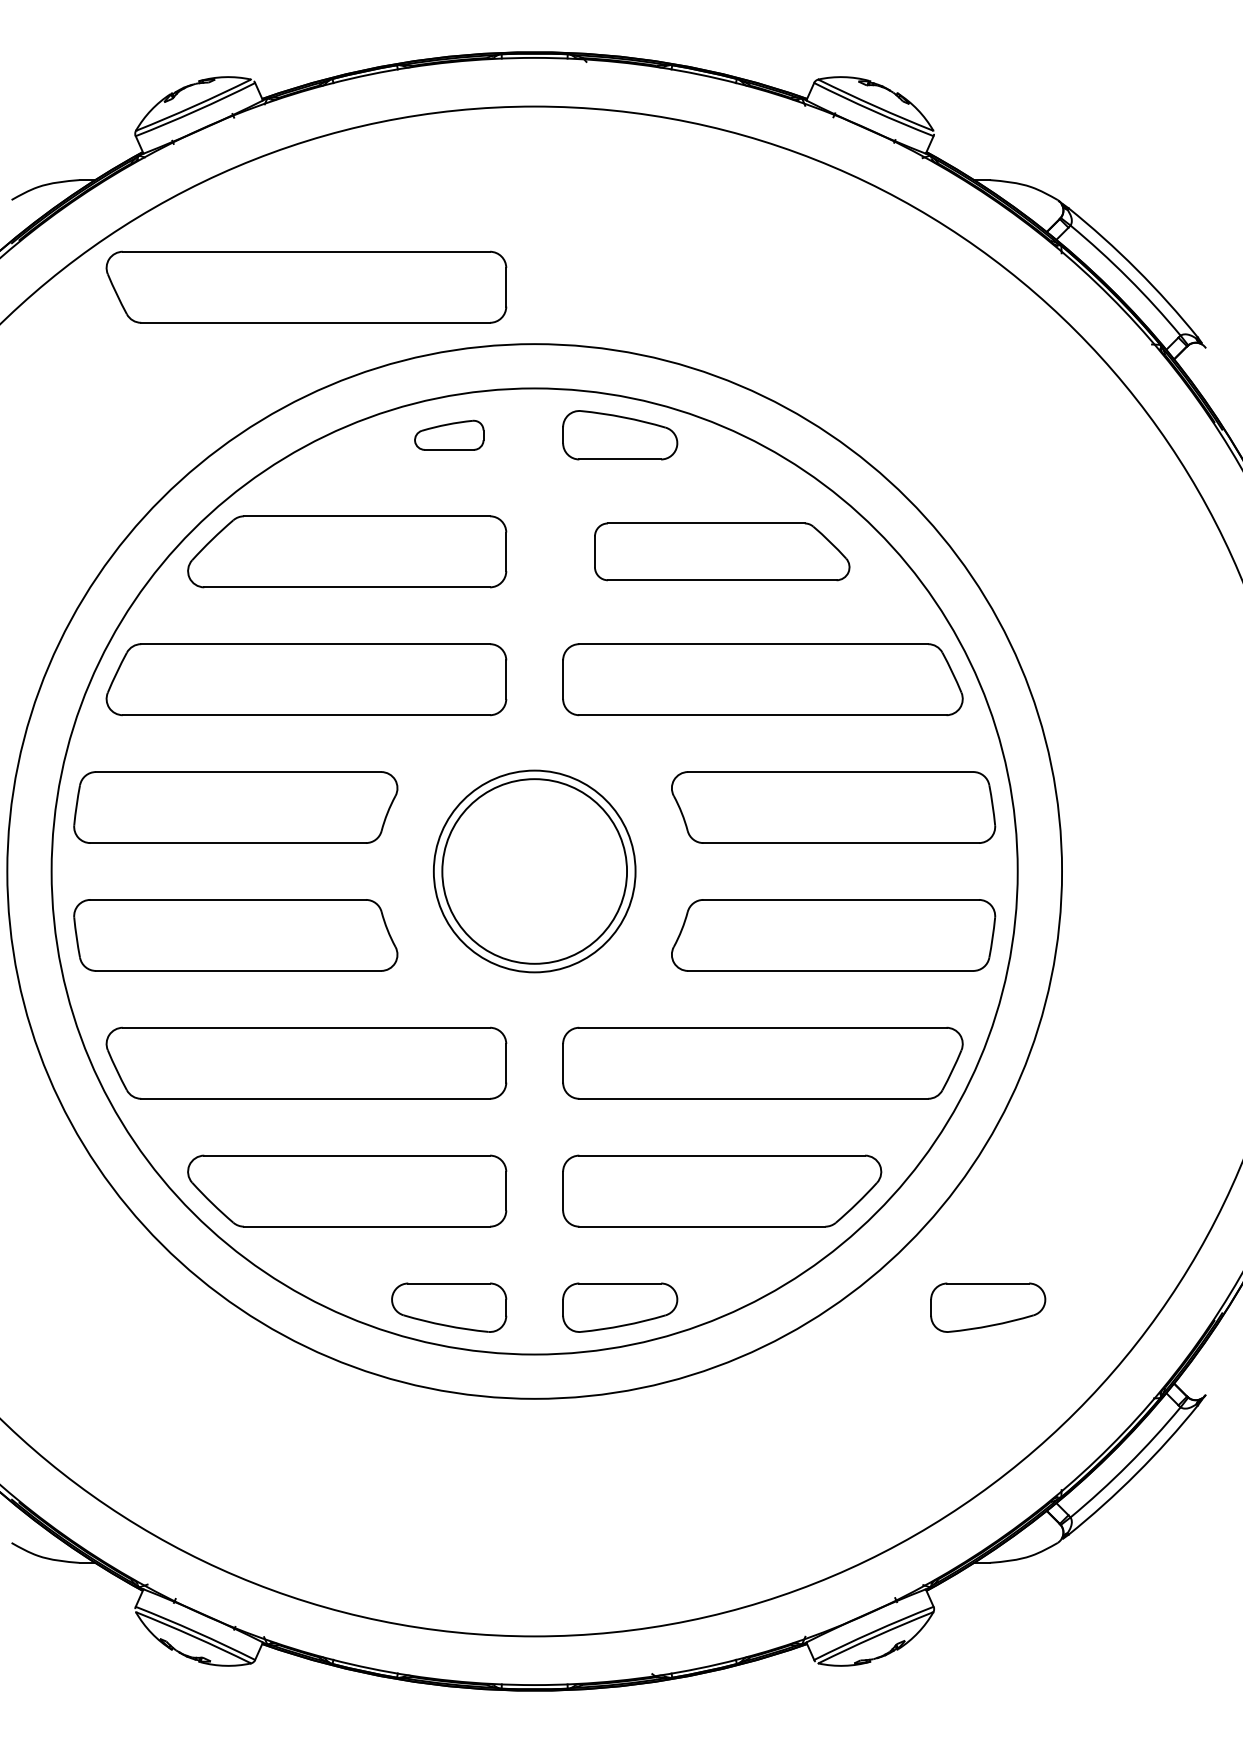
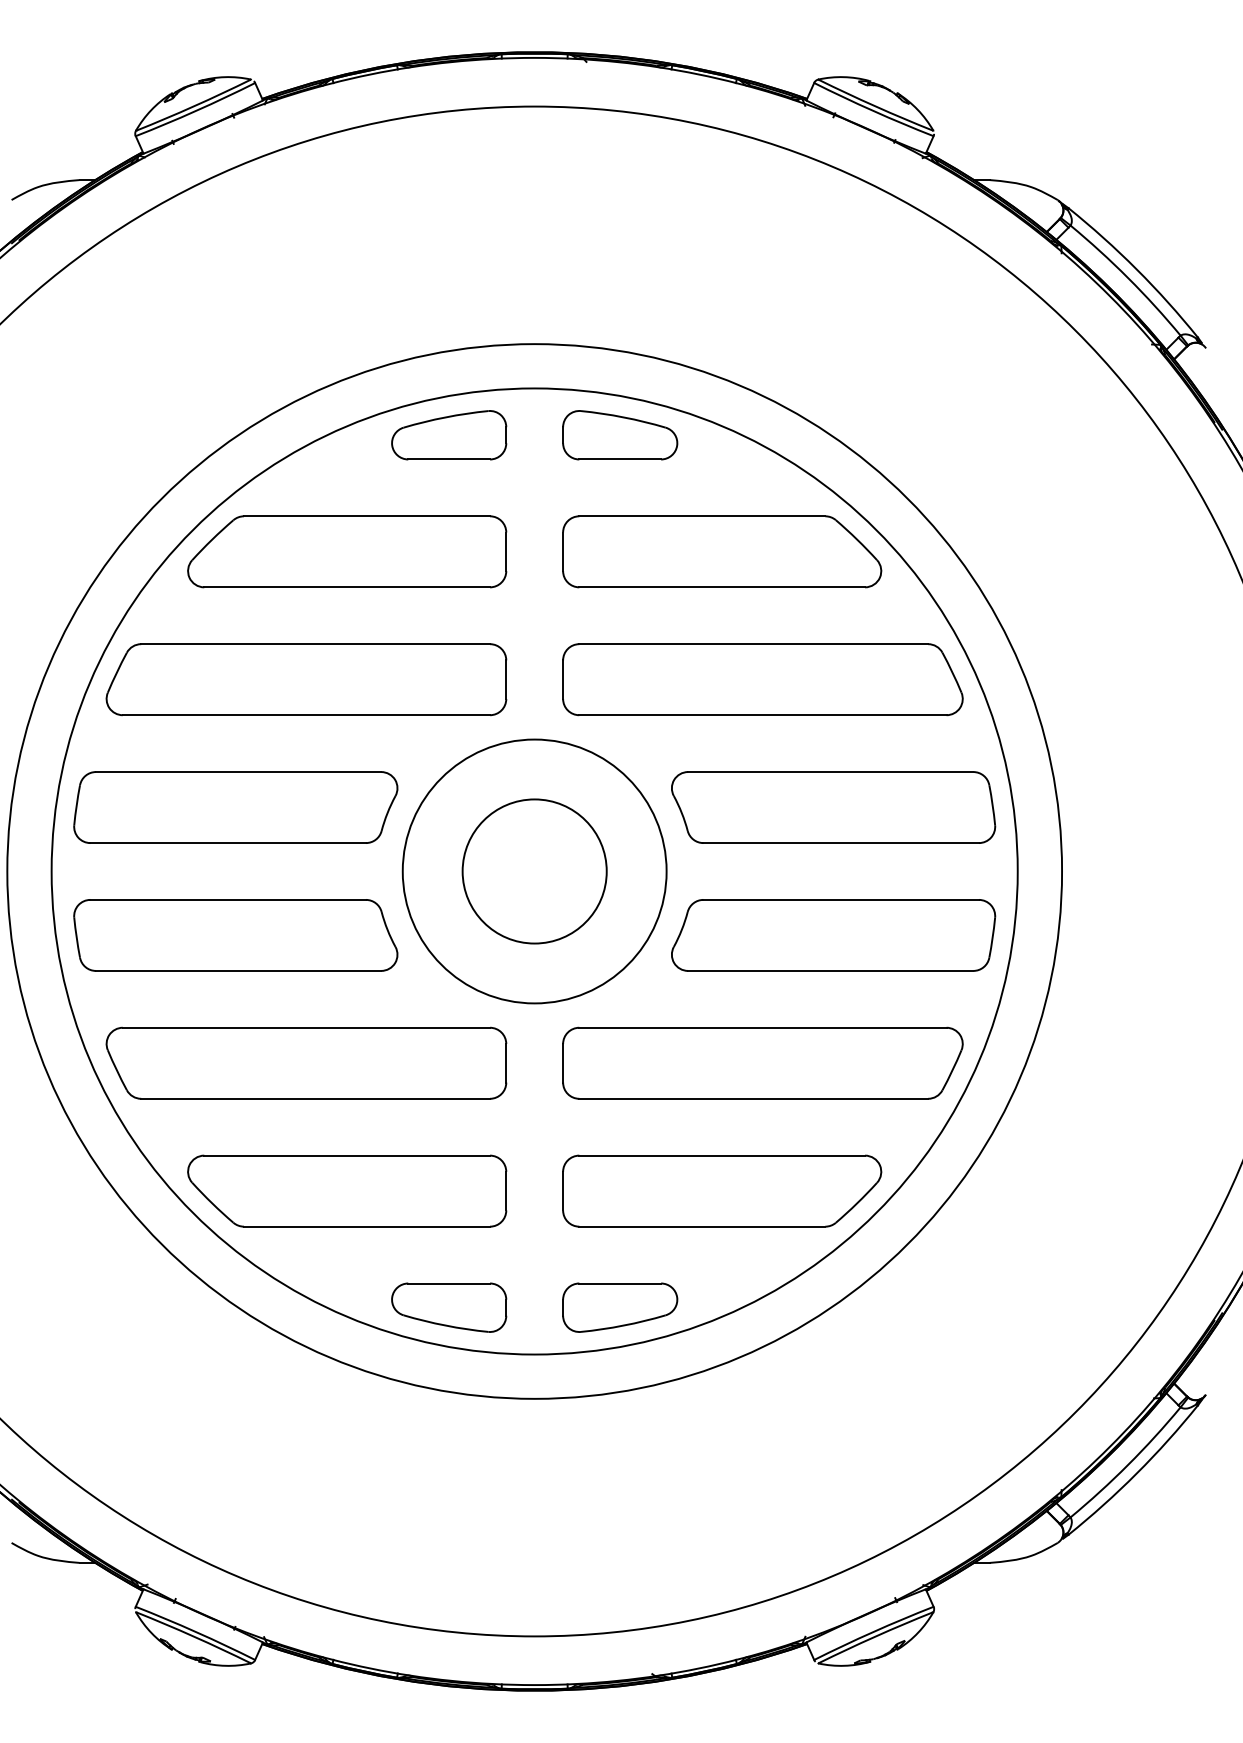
part at (306, 286): present -> none
part at (449, 434) size: 71x32 px -> 117x51 px
part at (722, 551) size: 257x60 px -> 321x74 px
circle at (534, 871) diameter: 185 px -> 264 px
circle at (534, 871) diameter: 202 px -> 144 px
part at (988, 1307): present -> none
